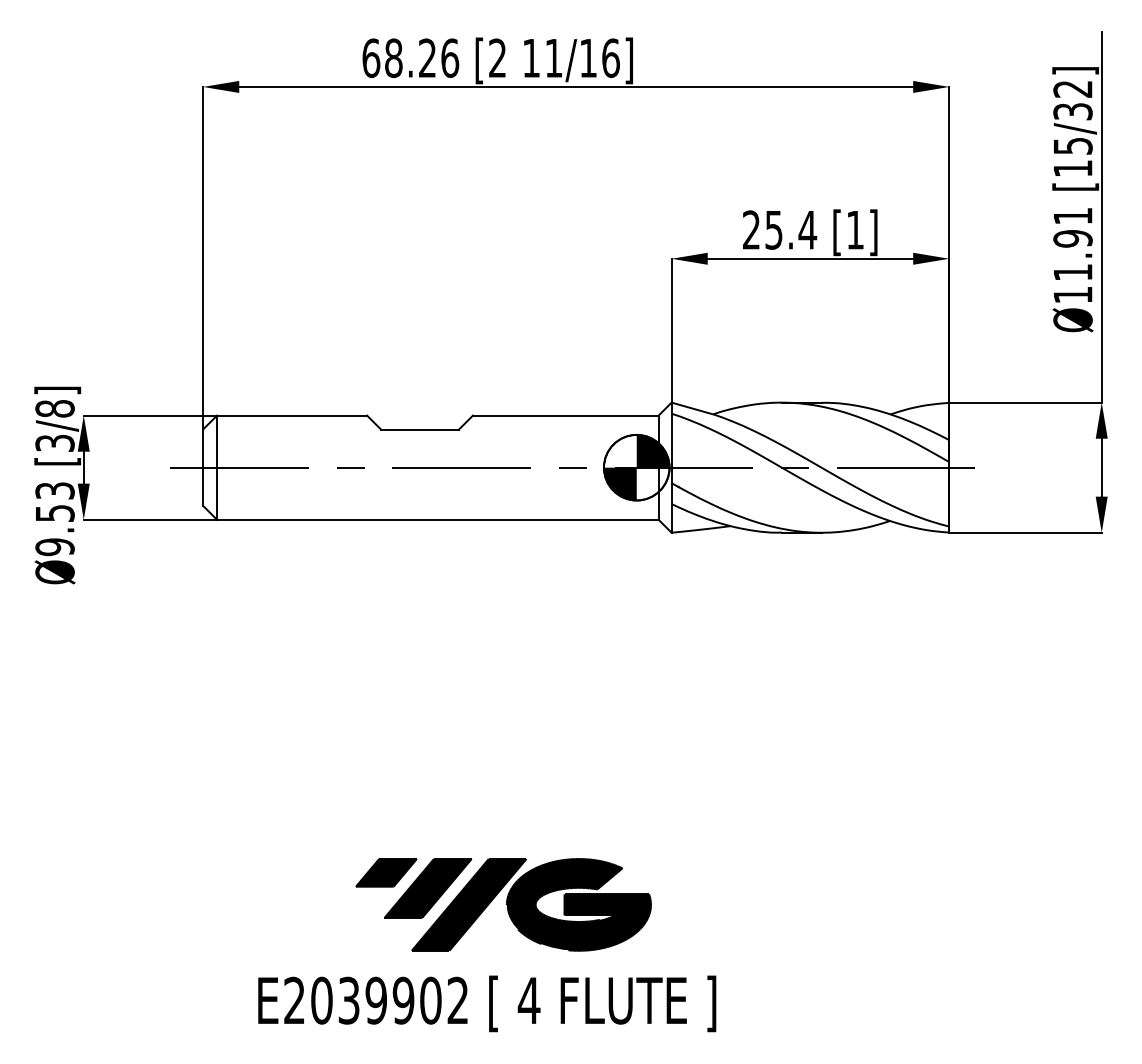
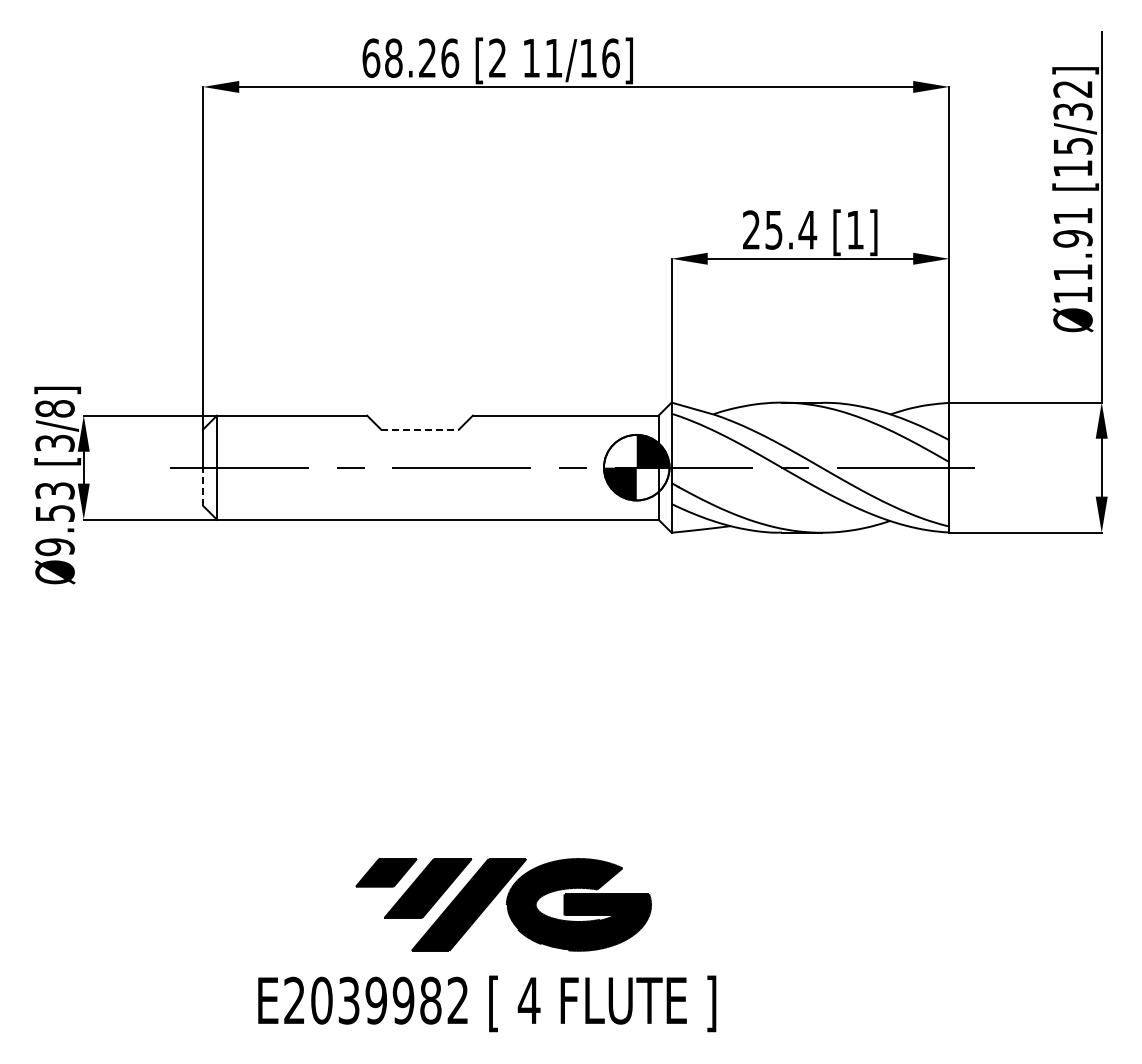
line at (420, 429): solid -> dashed
line at (203, 486): solid -> dashed
text at (430, 1000): E2039902 -> E2039982
